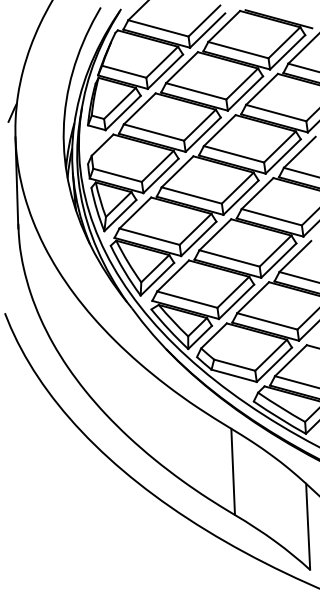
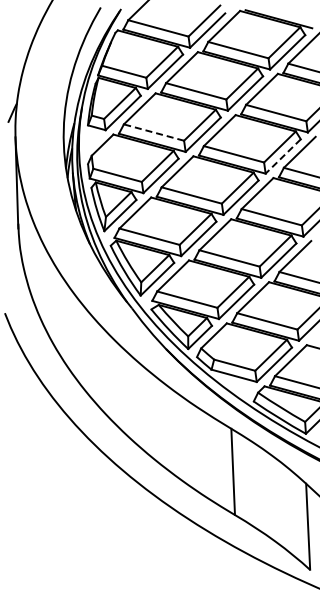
line at (153, 132): solid -> dashed
line at (283, 156): solid -> dashed
